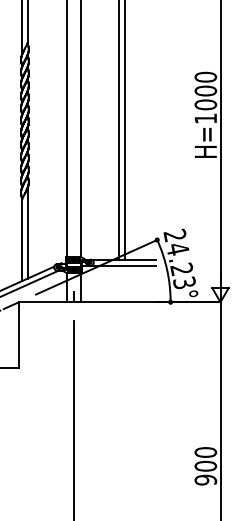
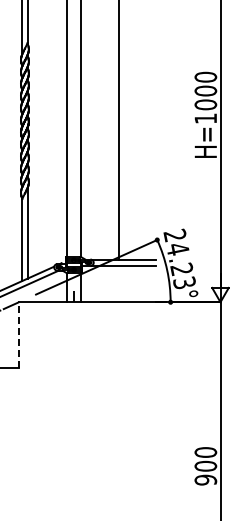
line at (125, 131): present -> none
line at (19, 335): solid -> dashed
line at (73, 418): present -> none
